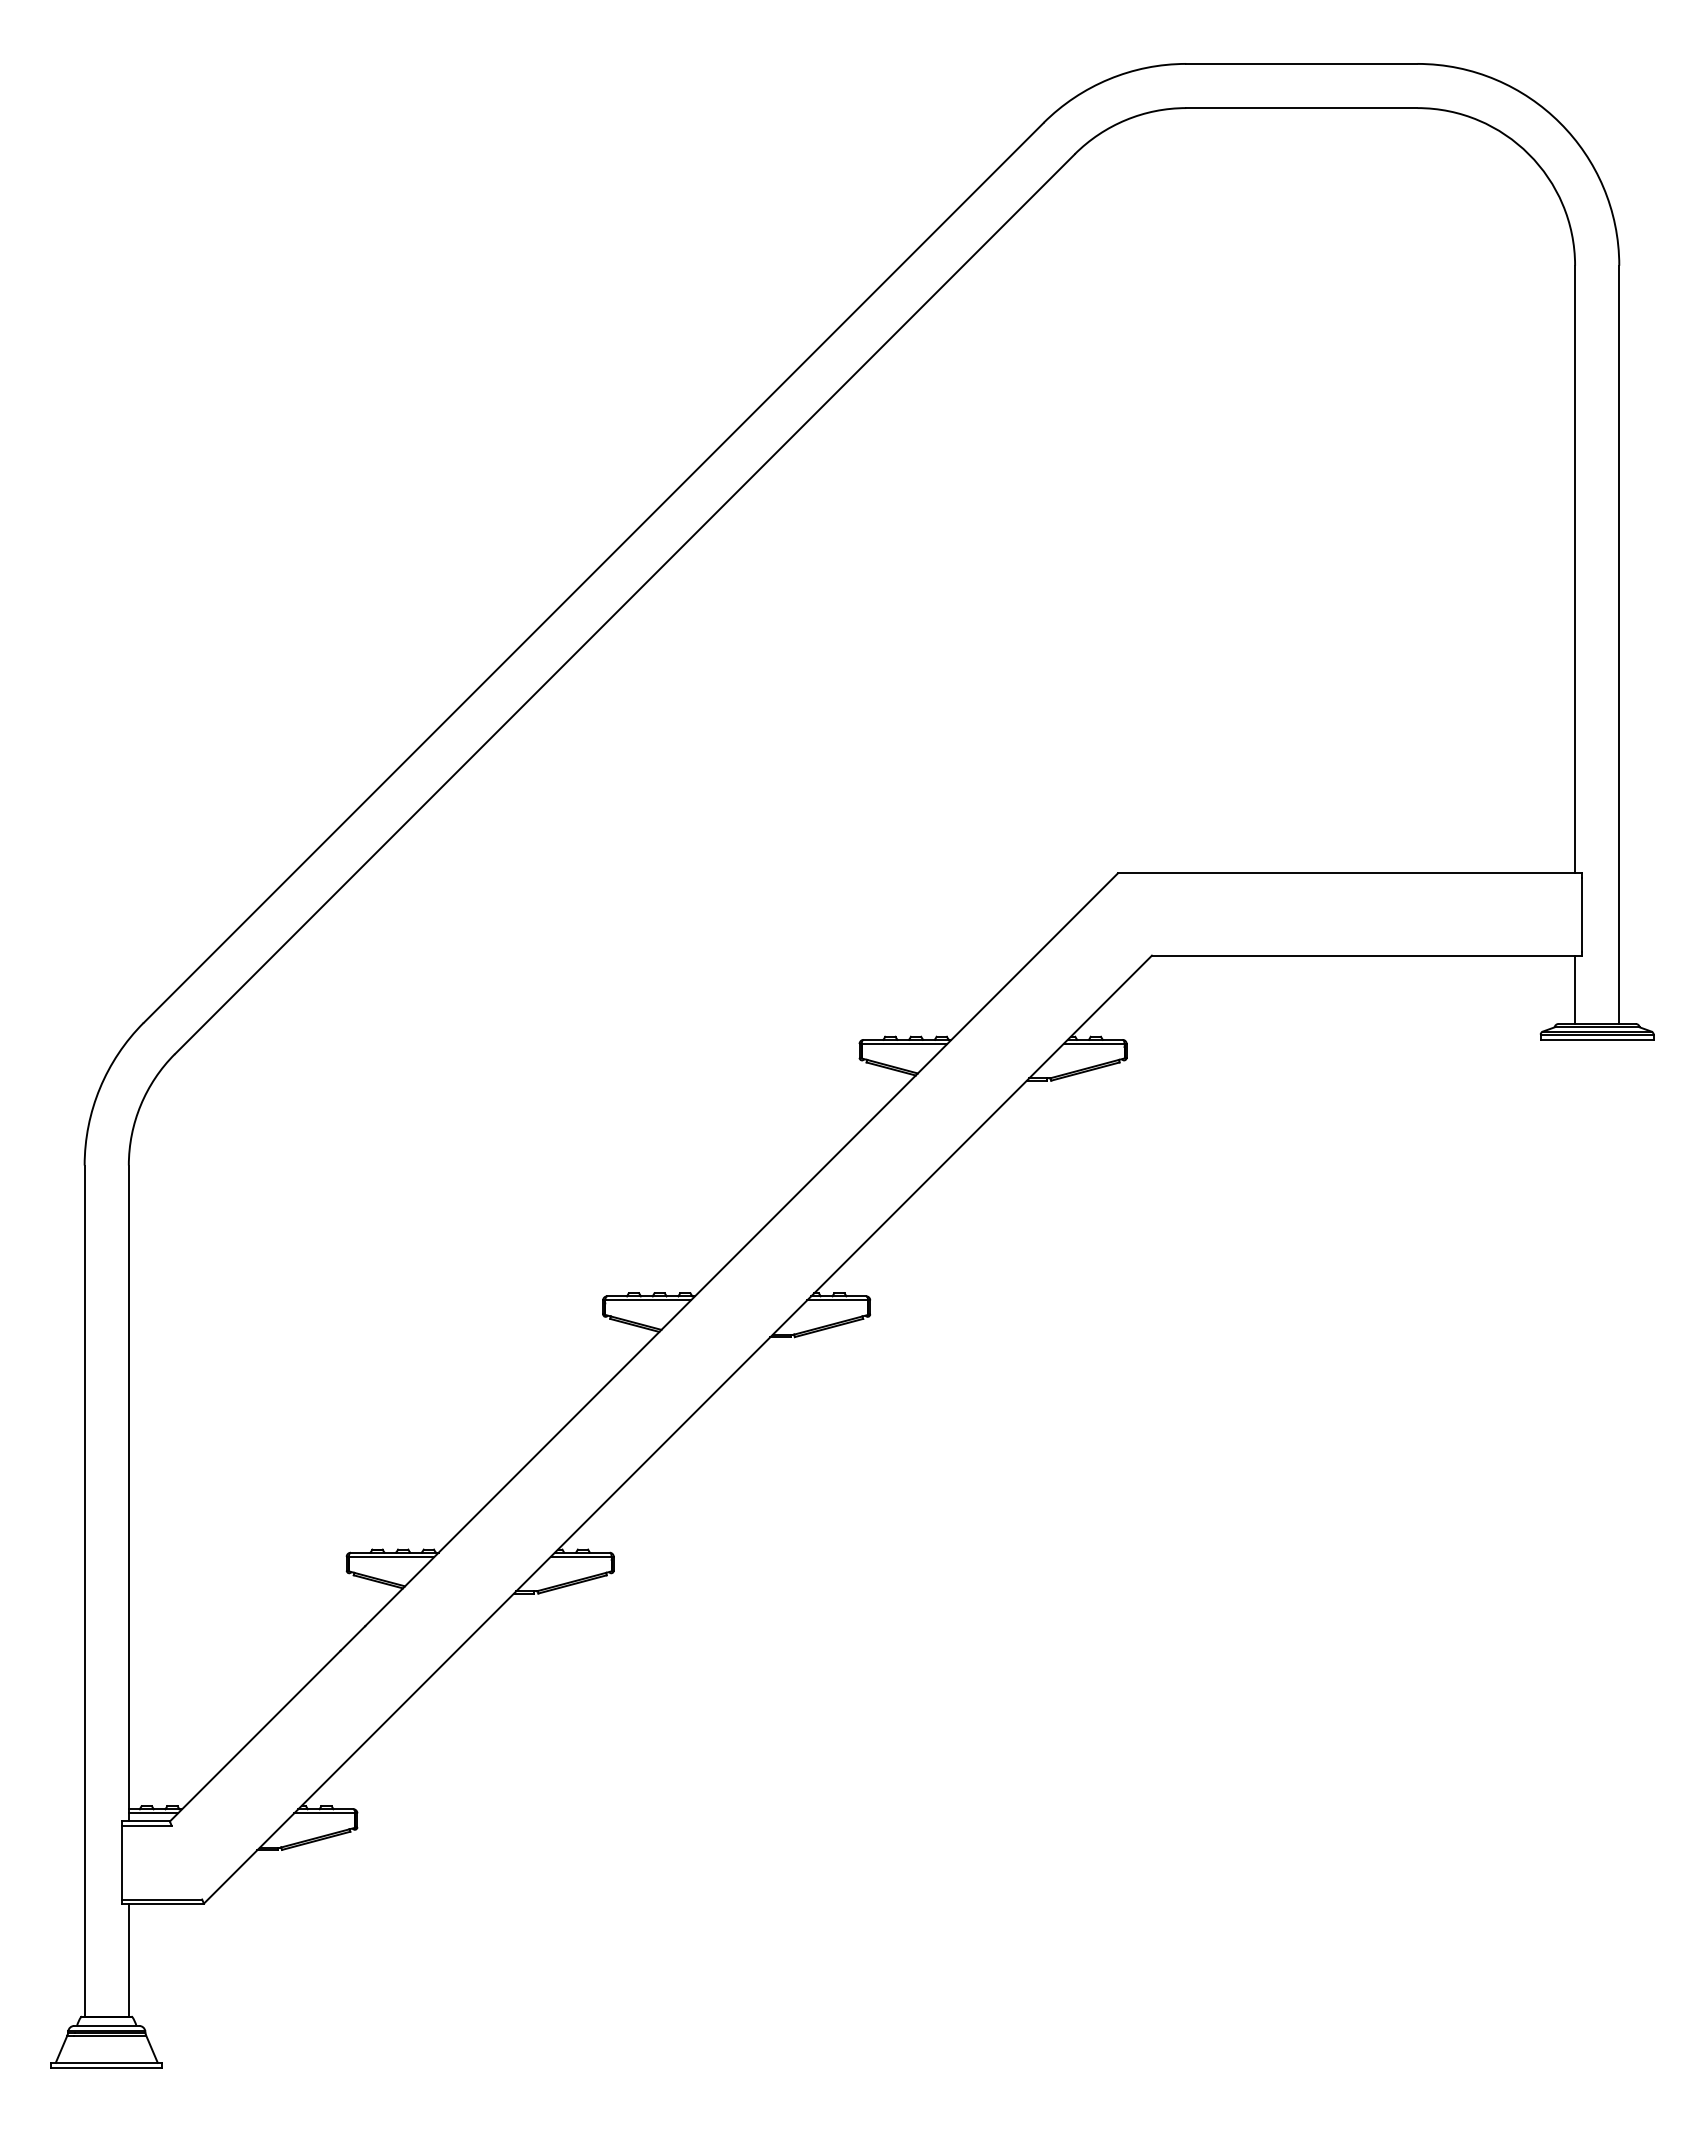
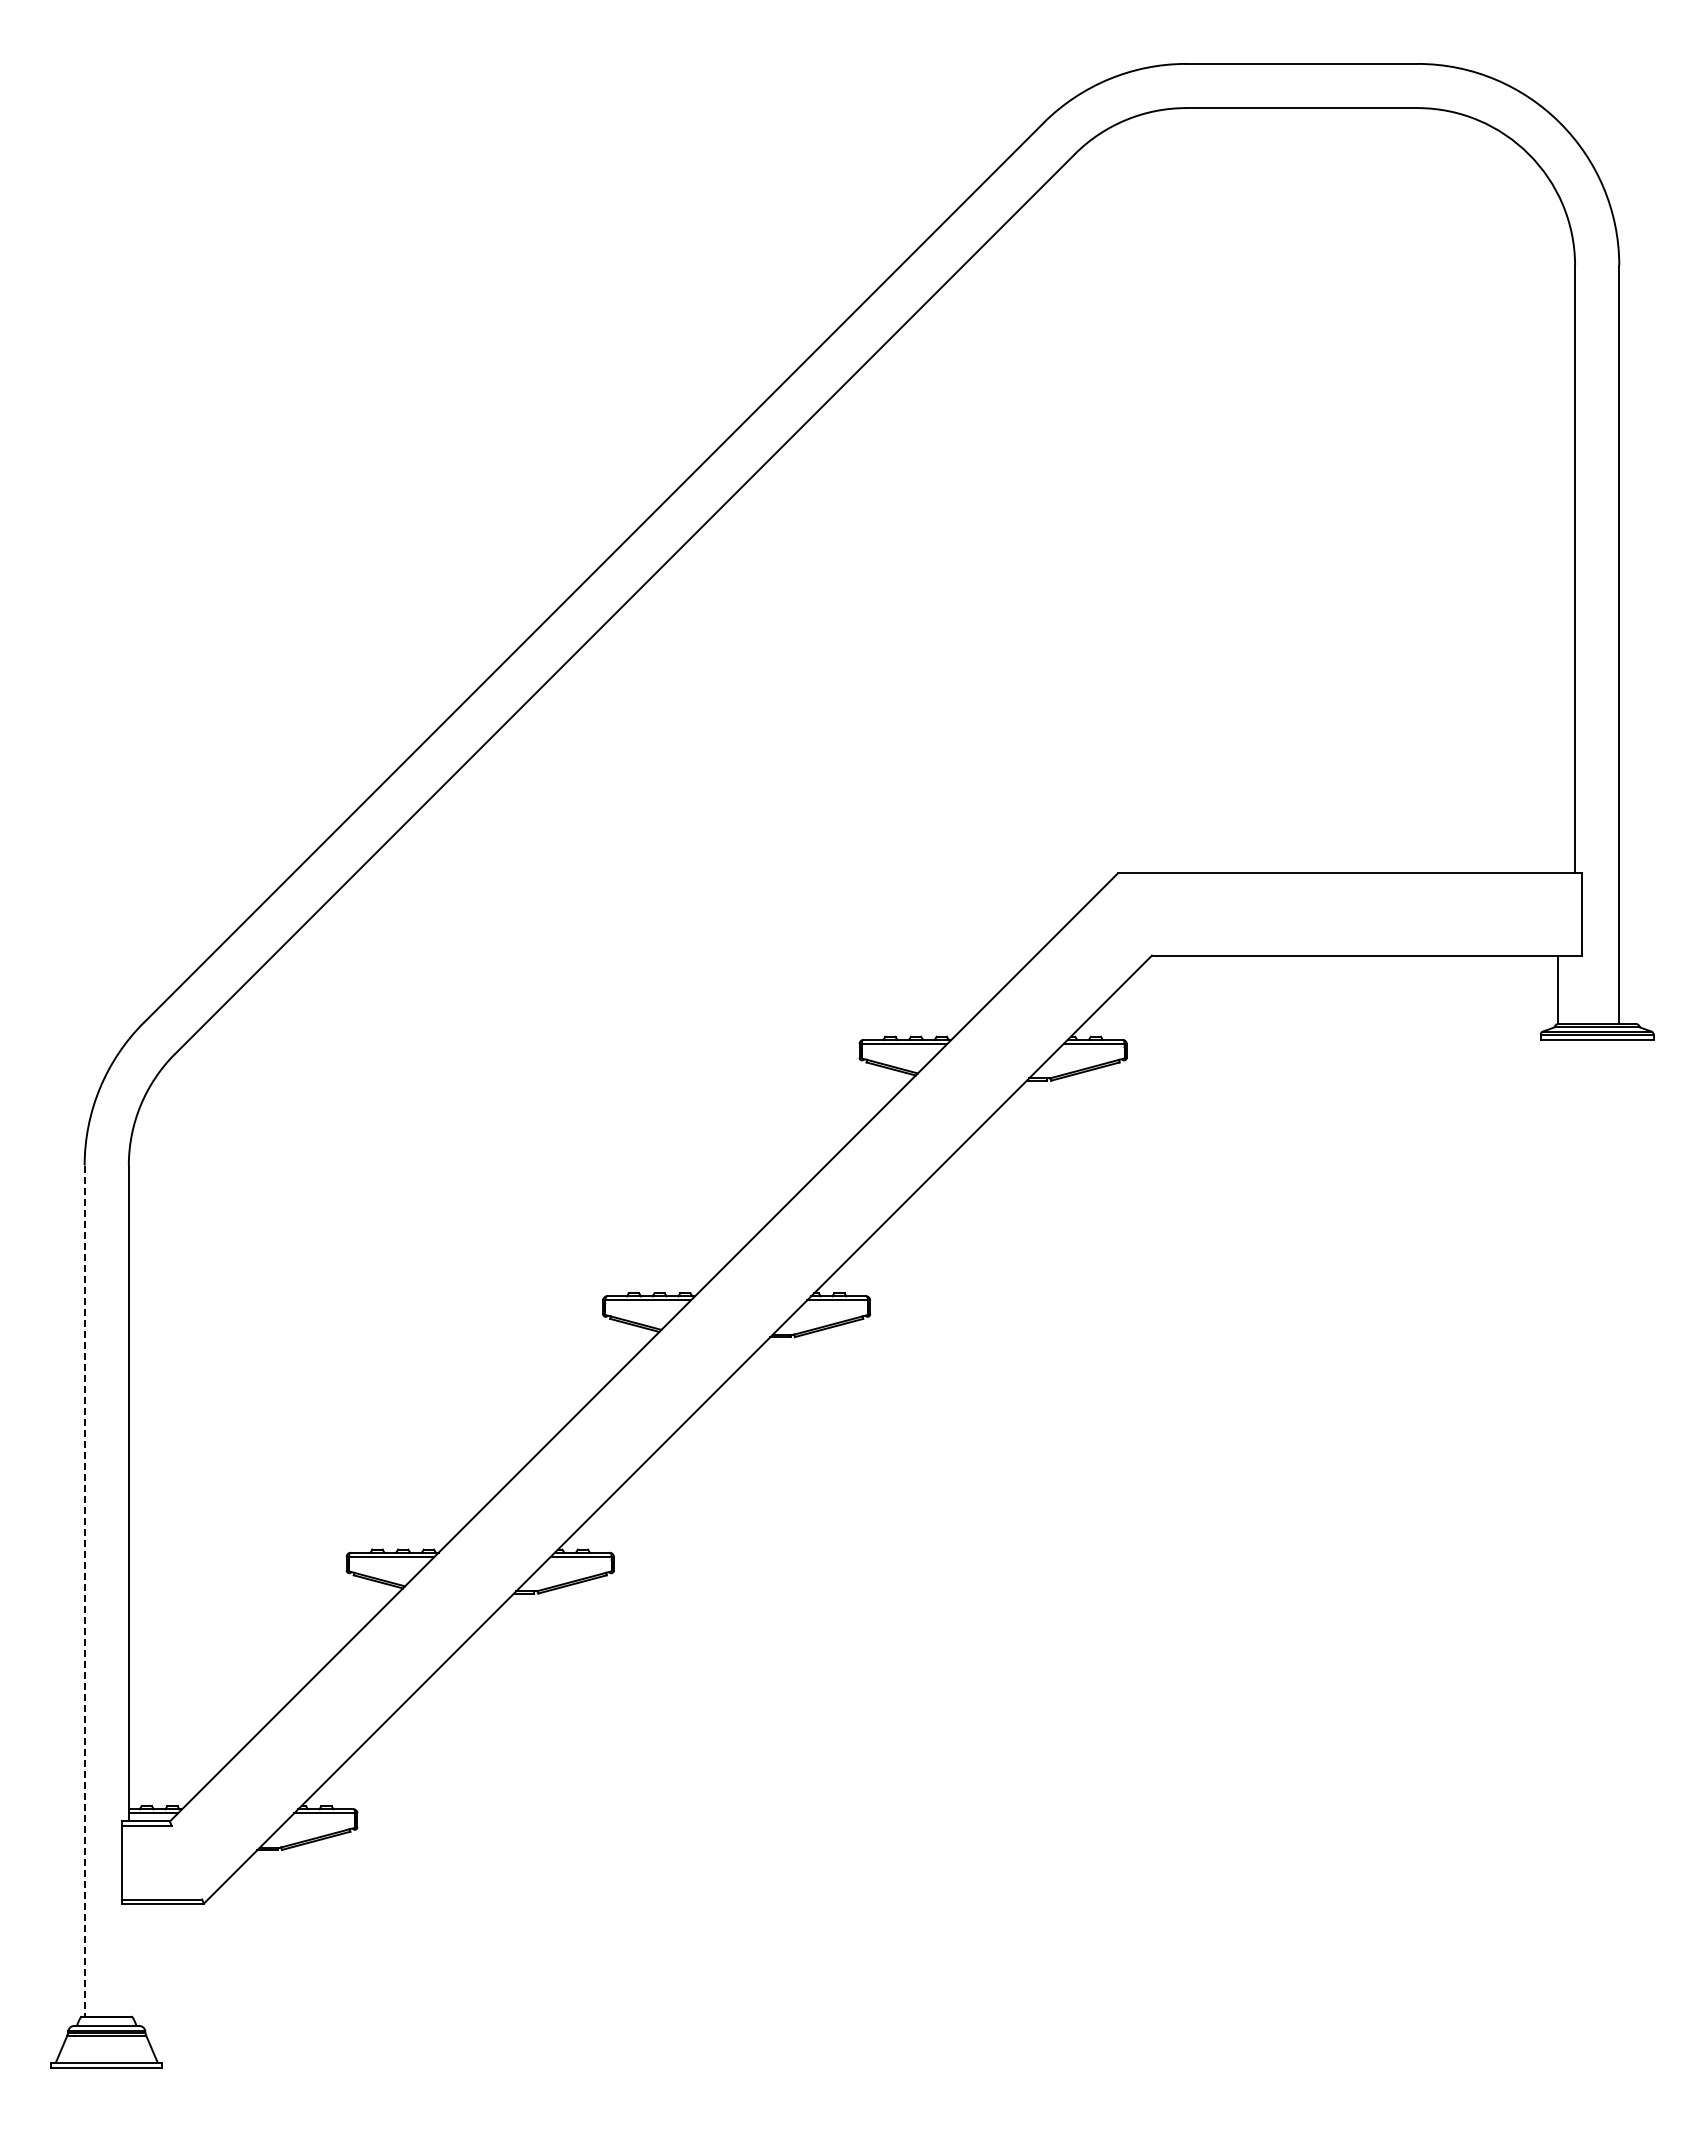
line at (1575, 989) position: (1575, 989) -> (1558, 989)
line at (84, 1591): solid -> dashed
line at (128, 1959): present -> none
